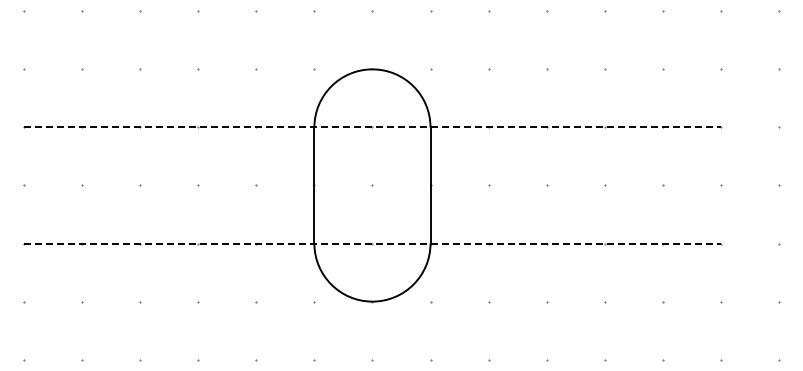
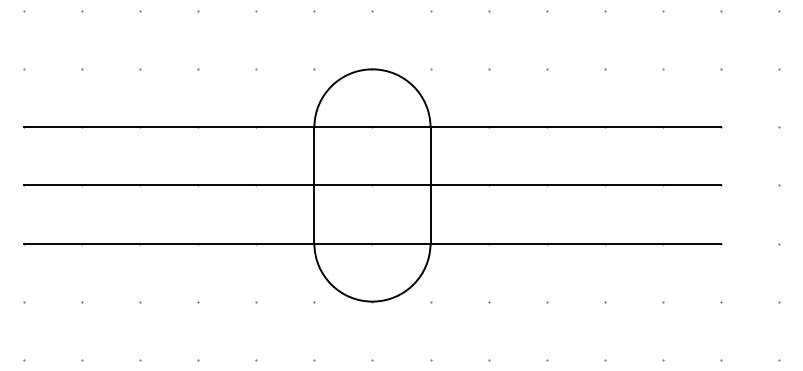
line at (372, 127): dashed -> solid
line at (372, 185): none -> present
line at (372, 243): dashed -> solid
